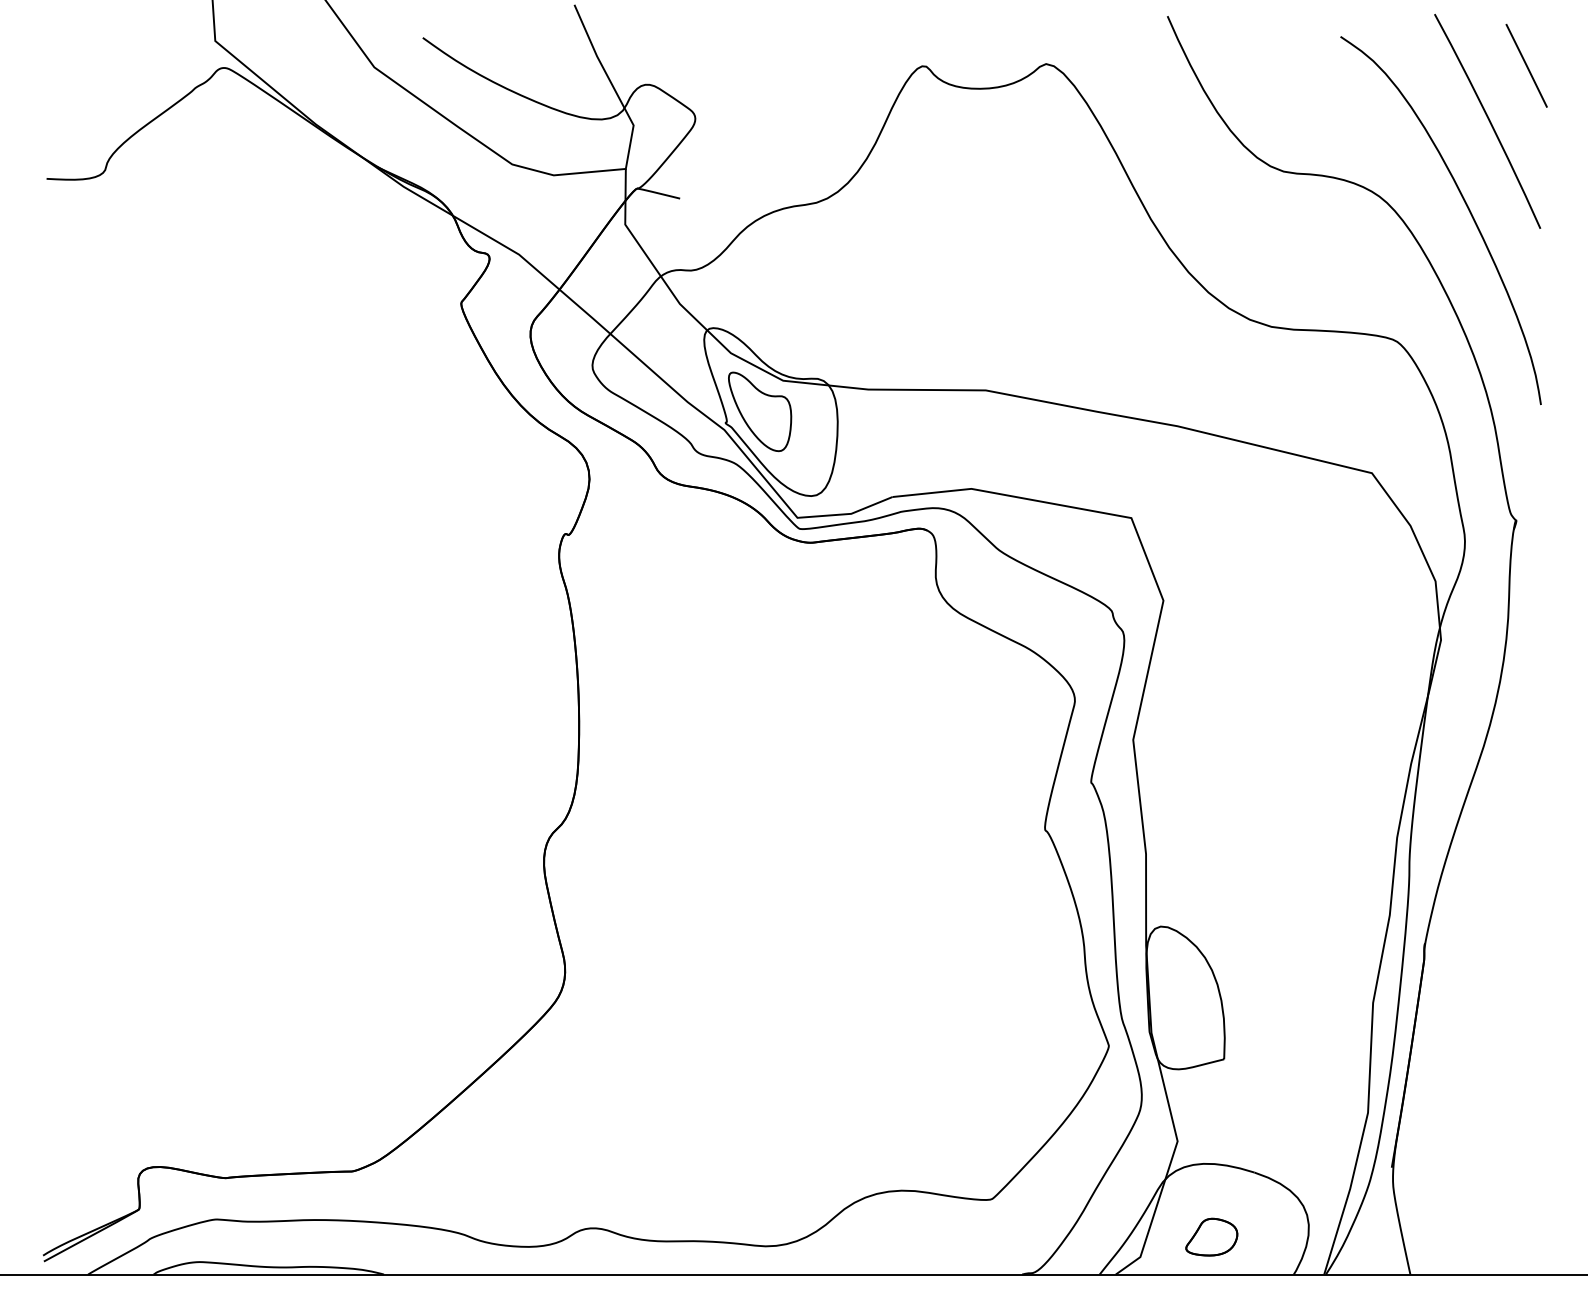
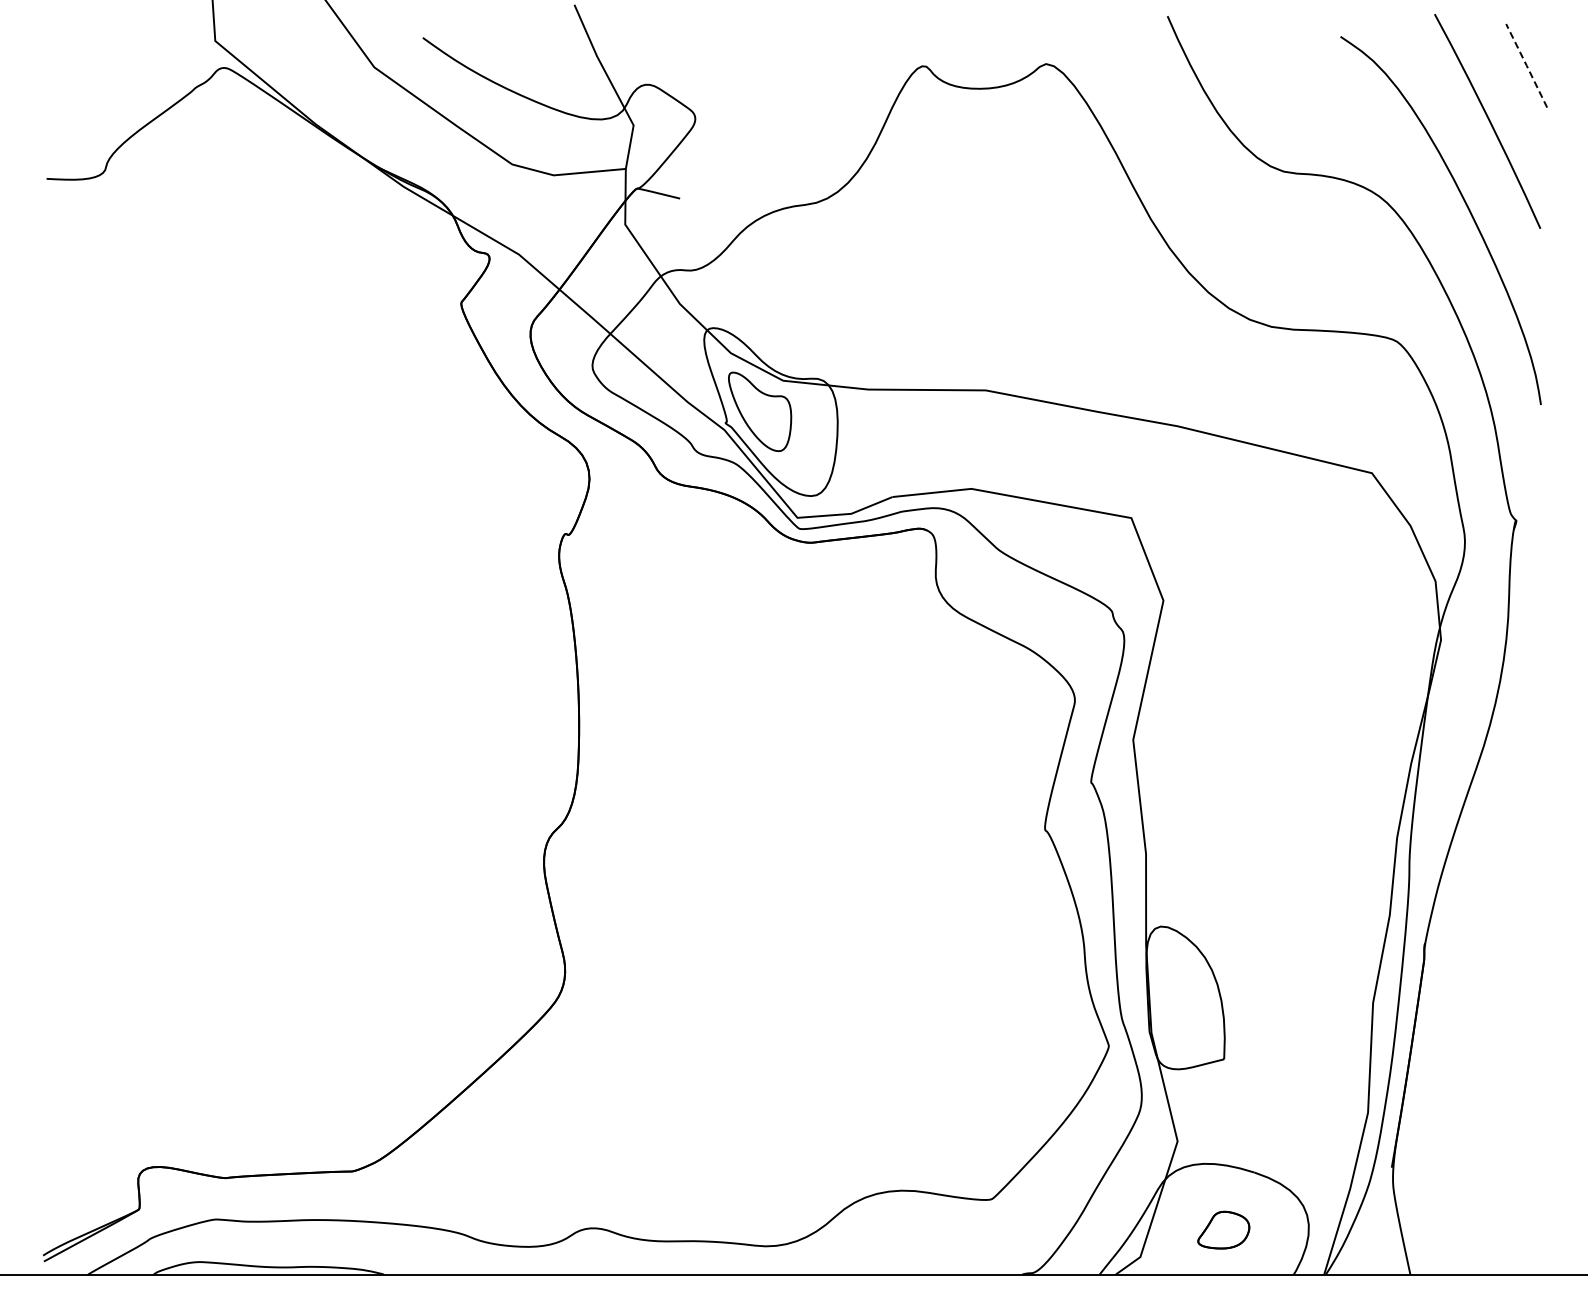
line at (1526, 65): solid -> dashed
part at (1211, 1236) position: (1211, 1236) -> (1223, 1229)
